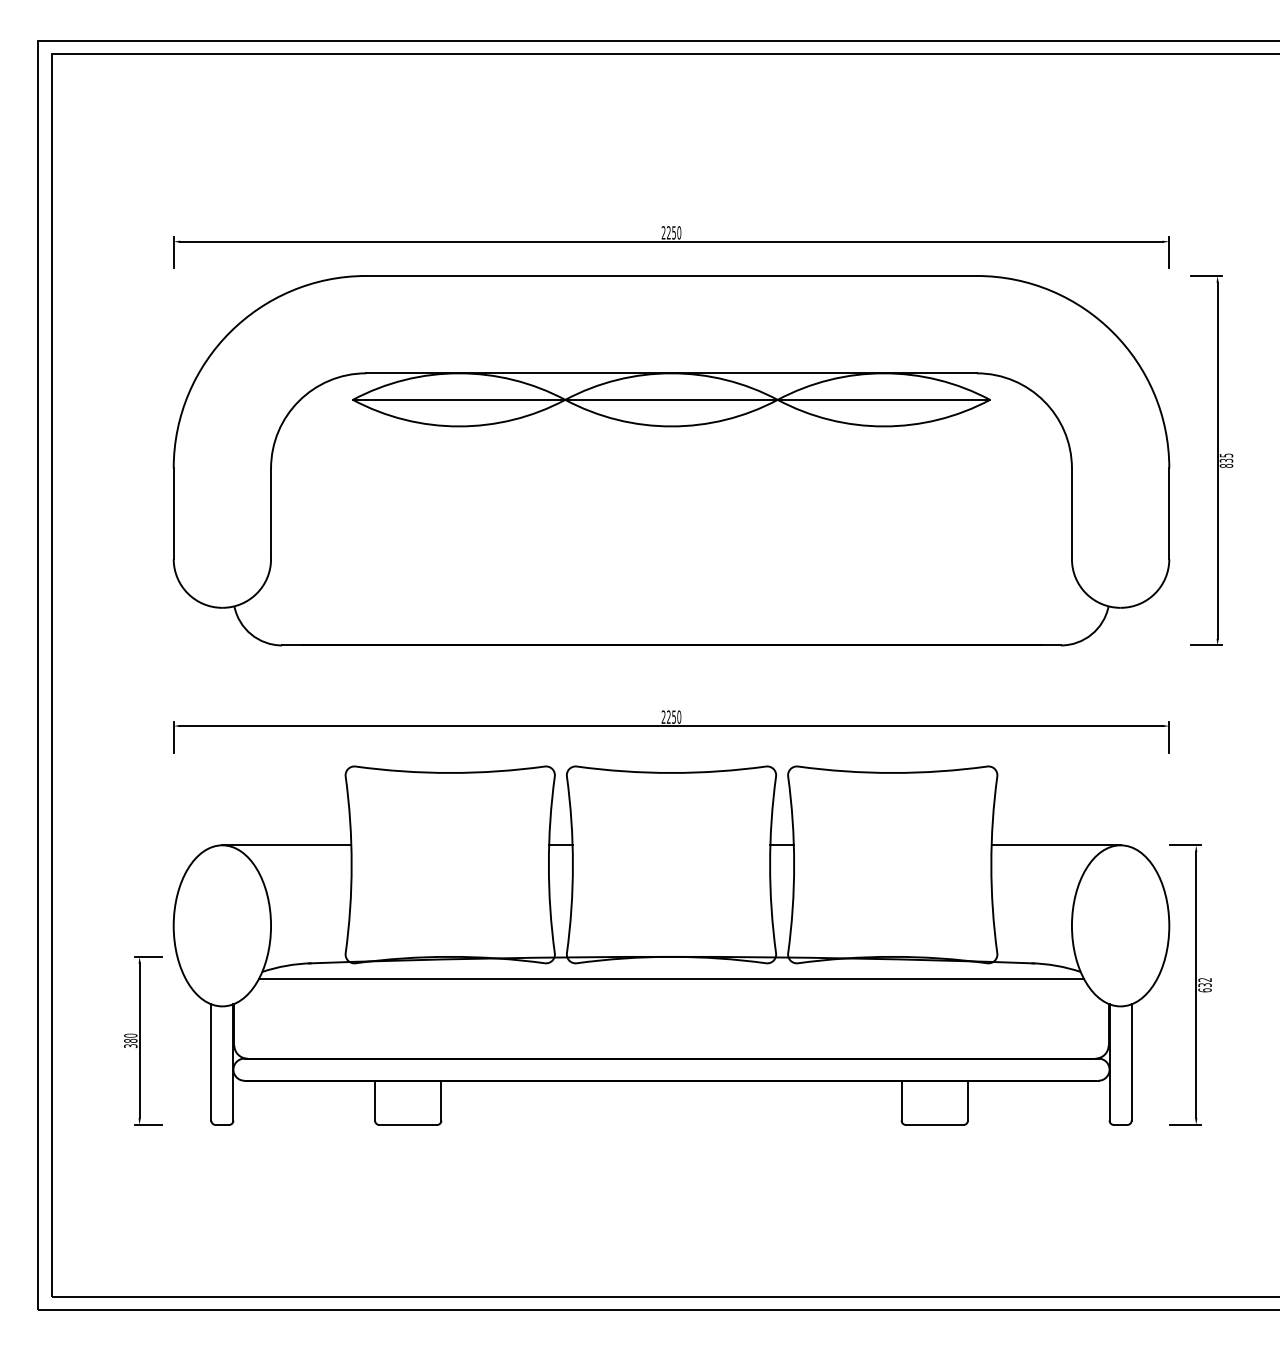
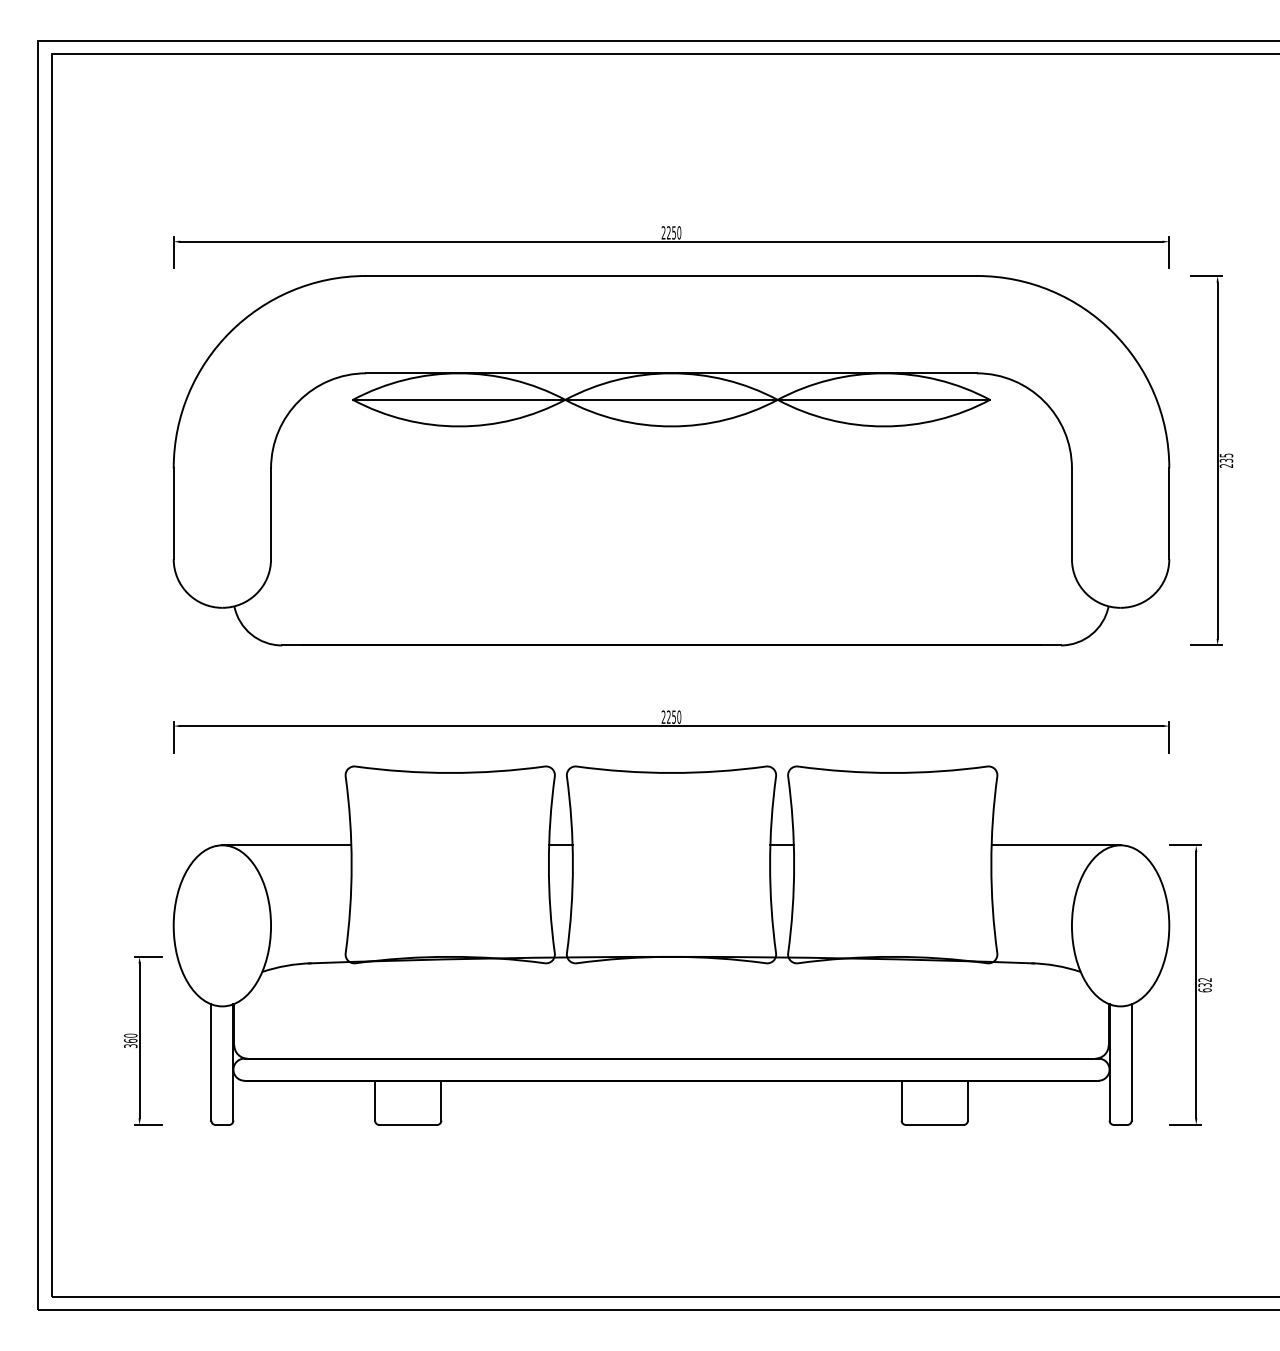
text at (1226, 465): 835 -> 235
line at (671, 978): present -> none
text at (130, 1040): 380 -> 360
